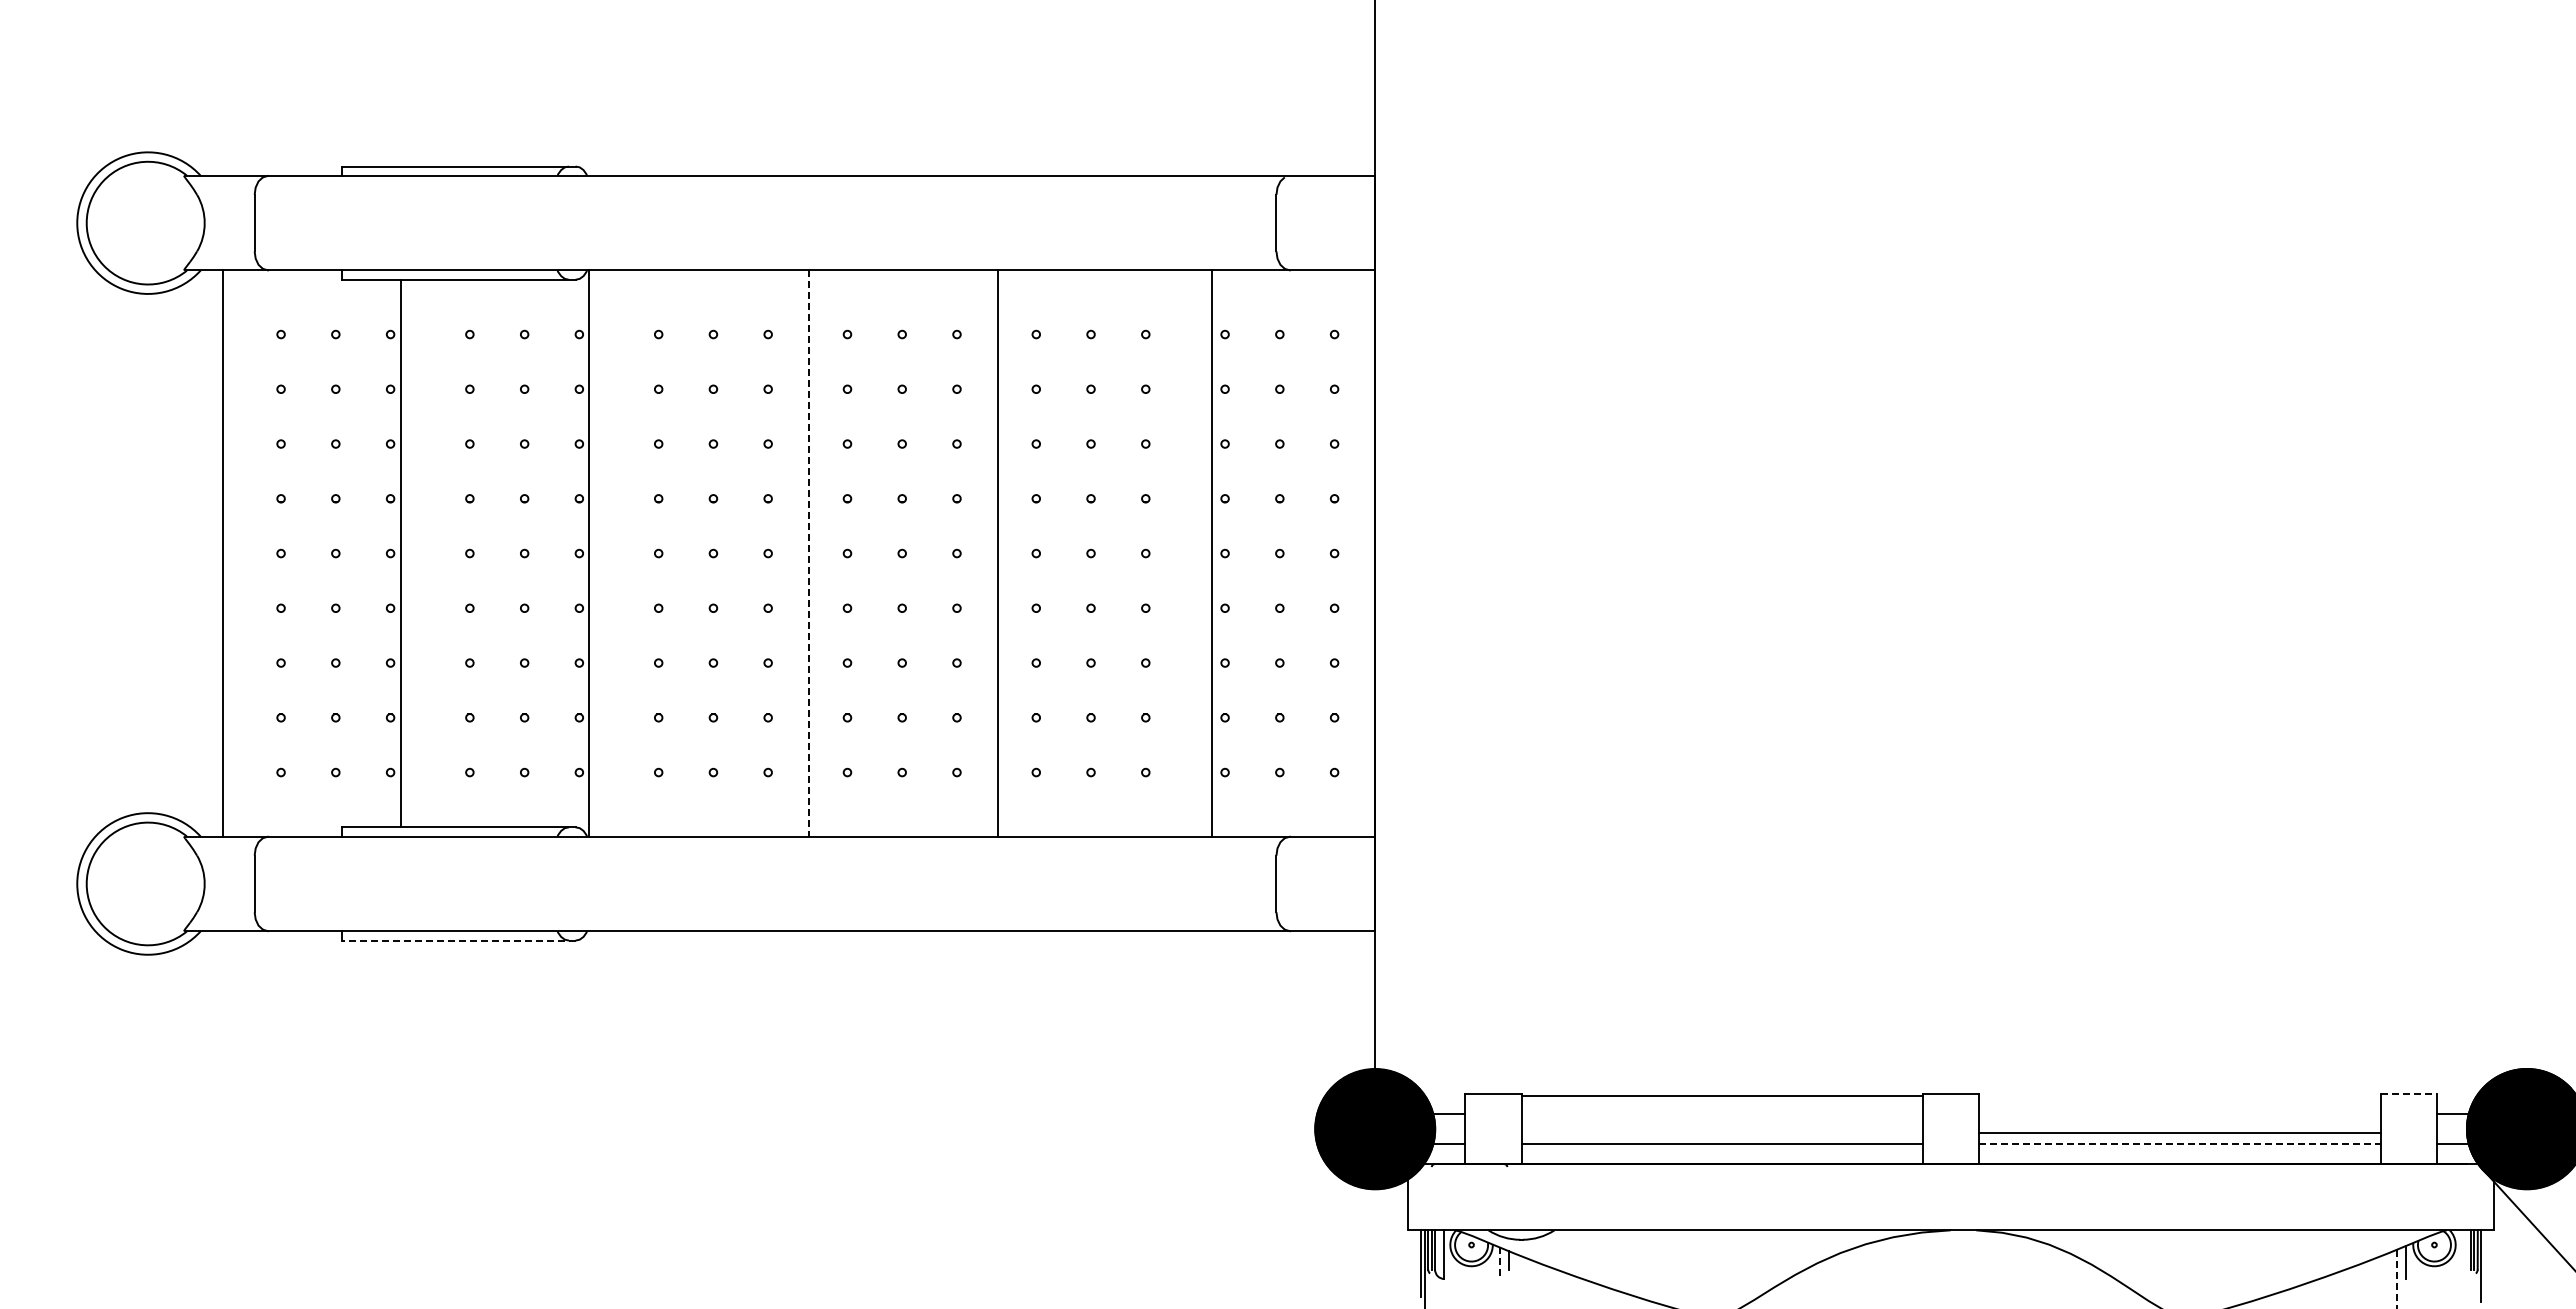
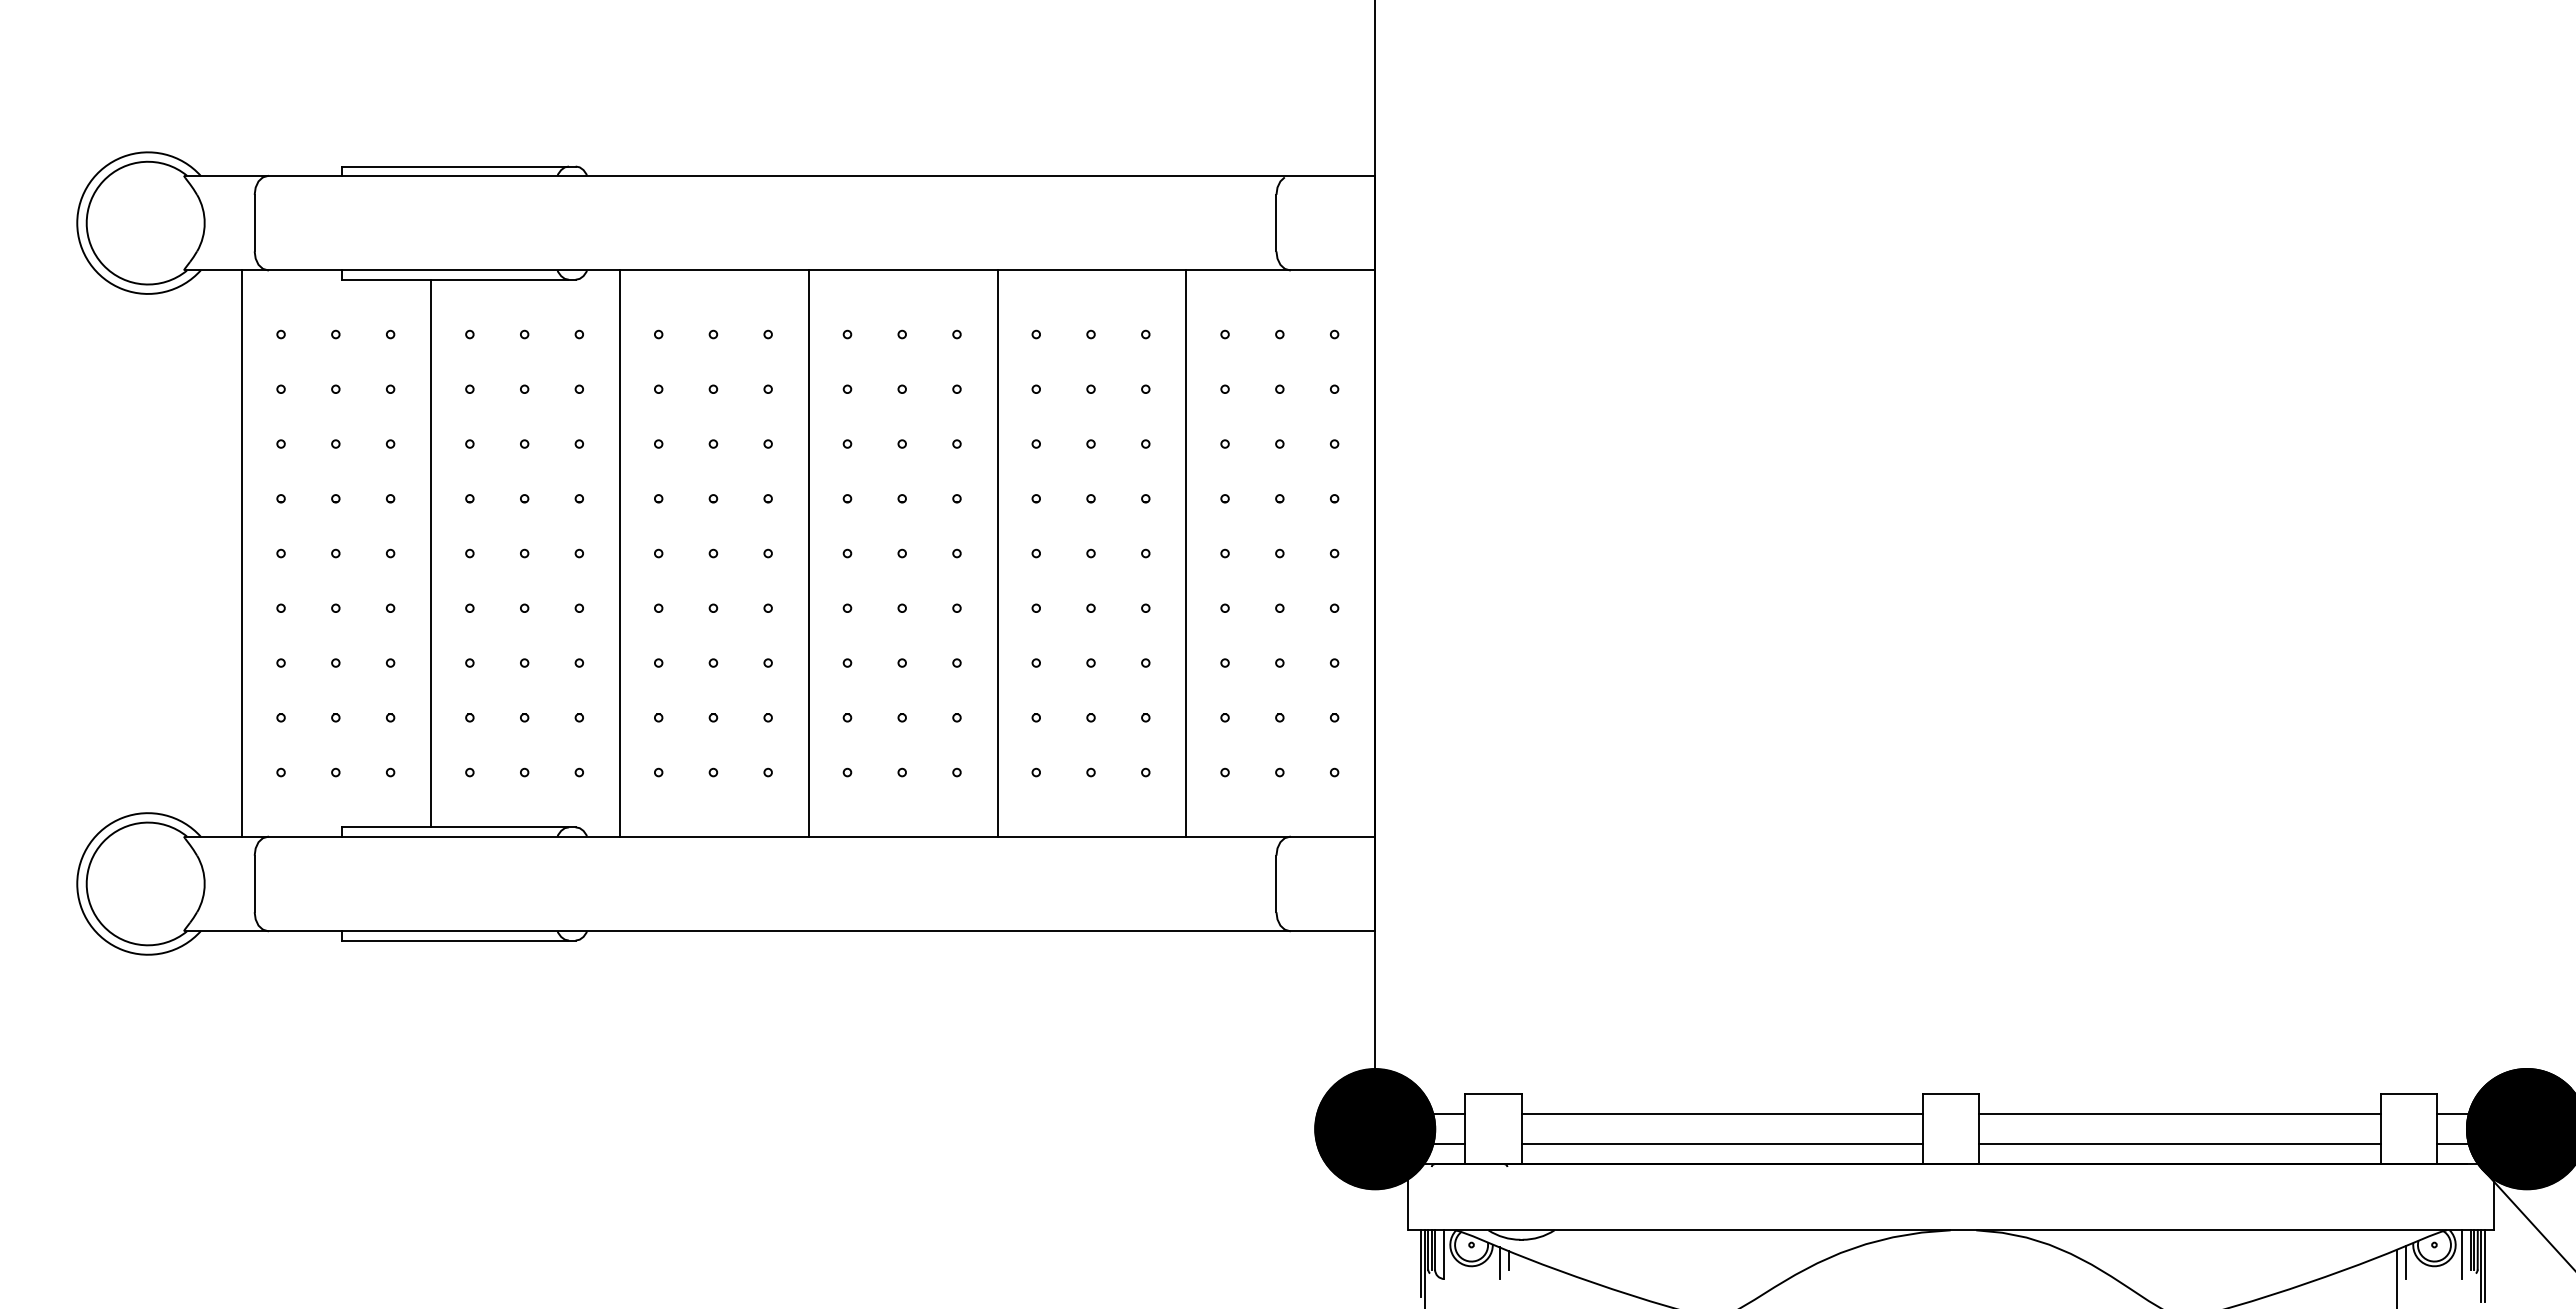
line at (223, 553) position: (223, 553) -> (242, 553)
line at (401, 553) position: (401, 553) -> (431, 553)
line at (589, 553) position: (589, 553) -> (620, 553)
line at (1212, 553) position: (1212, 553) -> (1186, 553)
line at (808, 554): dashed -> solid
line at (458, 940): dashed -> solid
line at (2409, 1093): dashed -> solid
line at (1721, 1095) position: (1721, 1095) -> (1721, 1113)
line at (2179, 1132) position: (2179, 1132) -> (2179, 1113)
line at (2179, 1144): dashed -> solid
line at (2461, 1254): none -> present
line at (1499, 1263): dashed -> solid
line at (2484, 1266): none -> present
line at (2396, 1279): dashed -> solid
